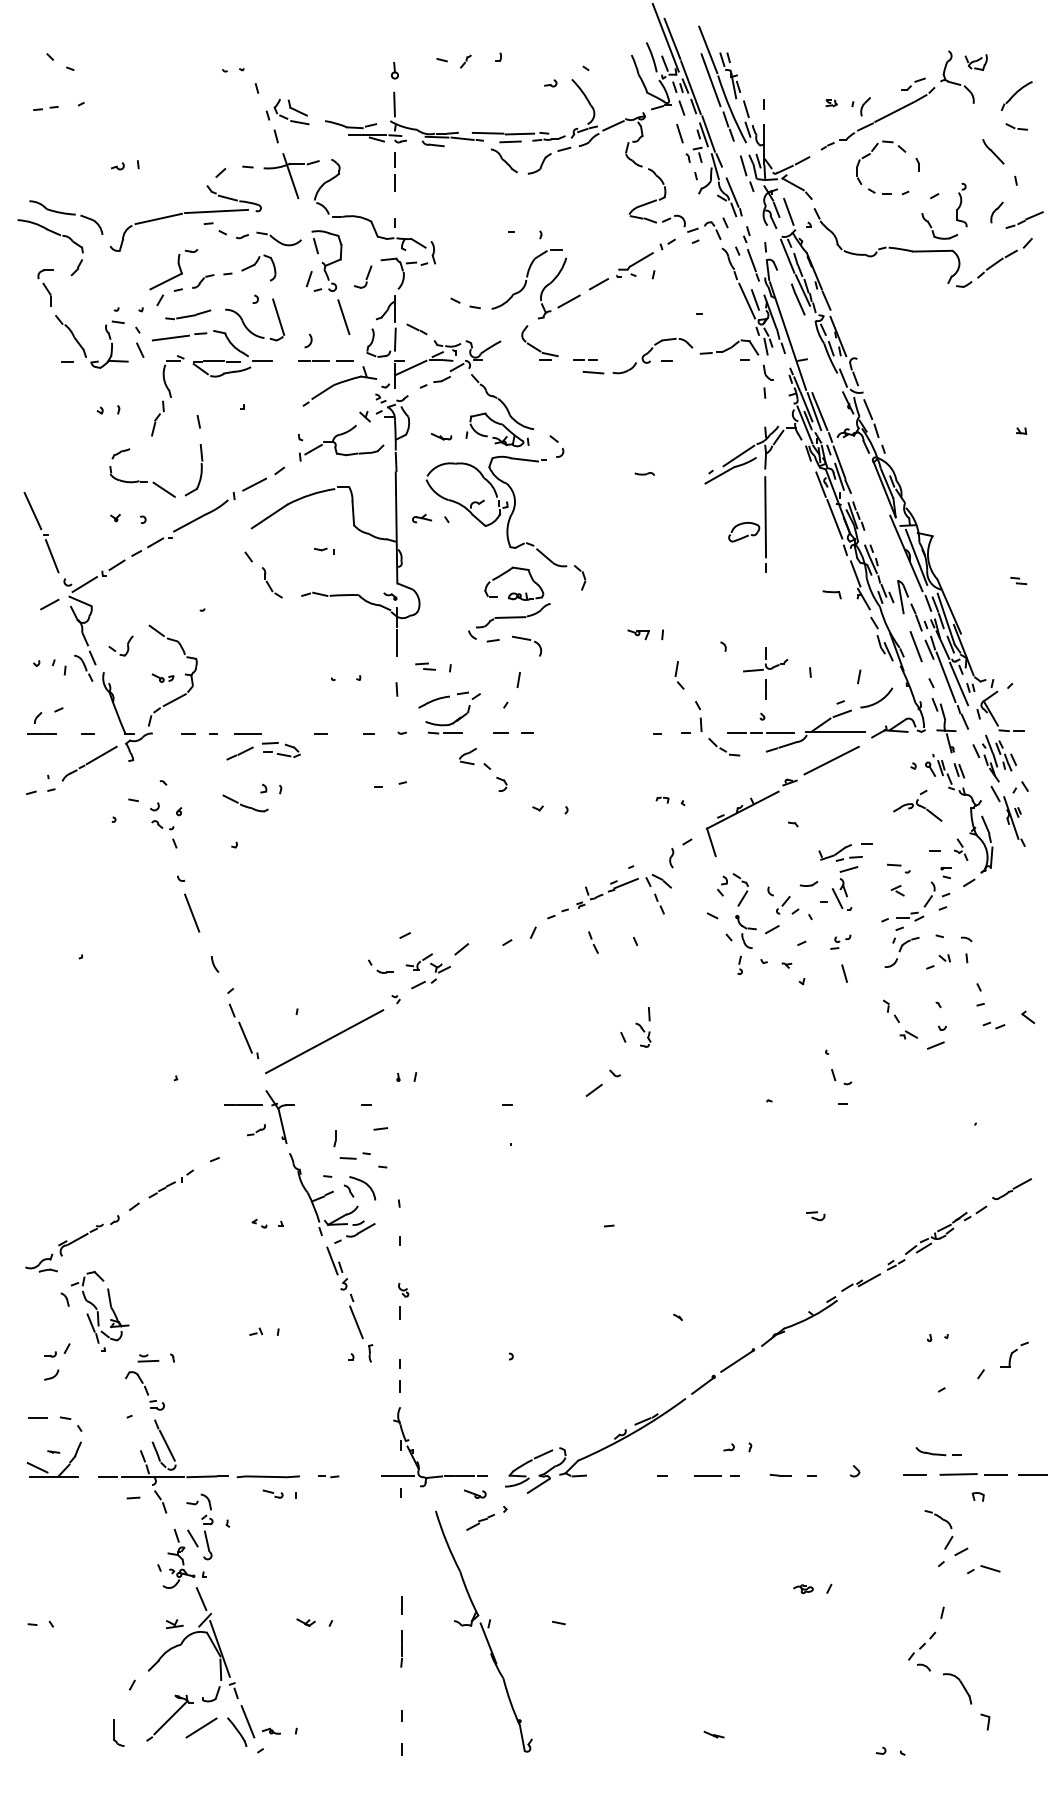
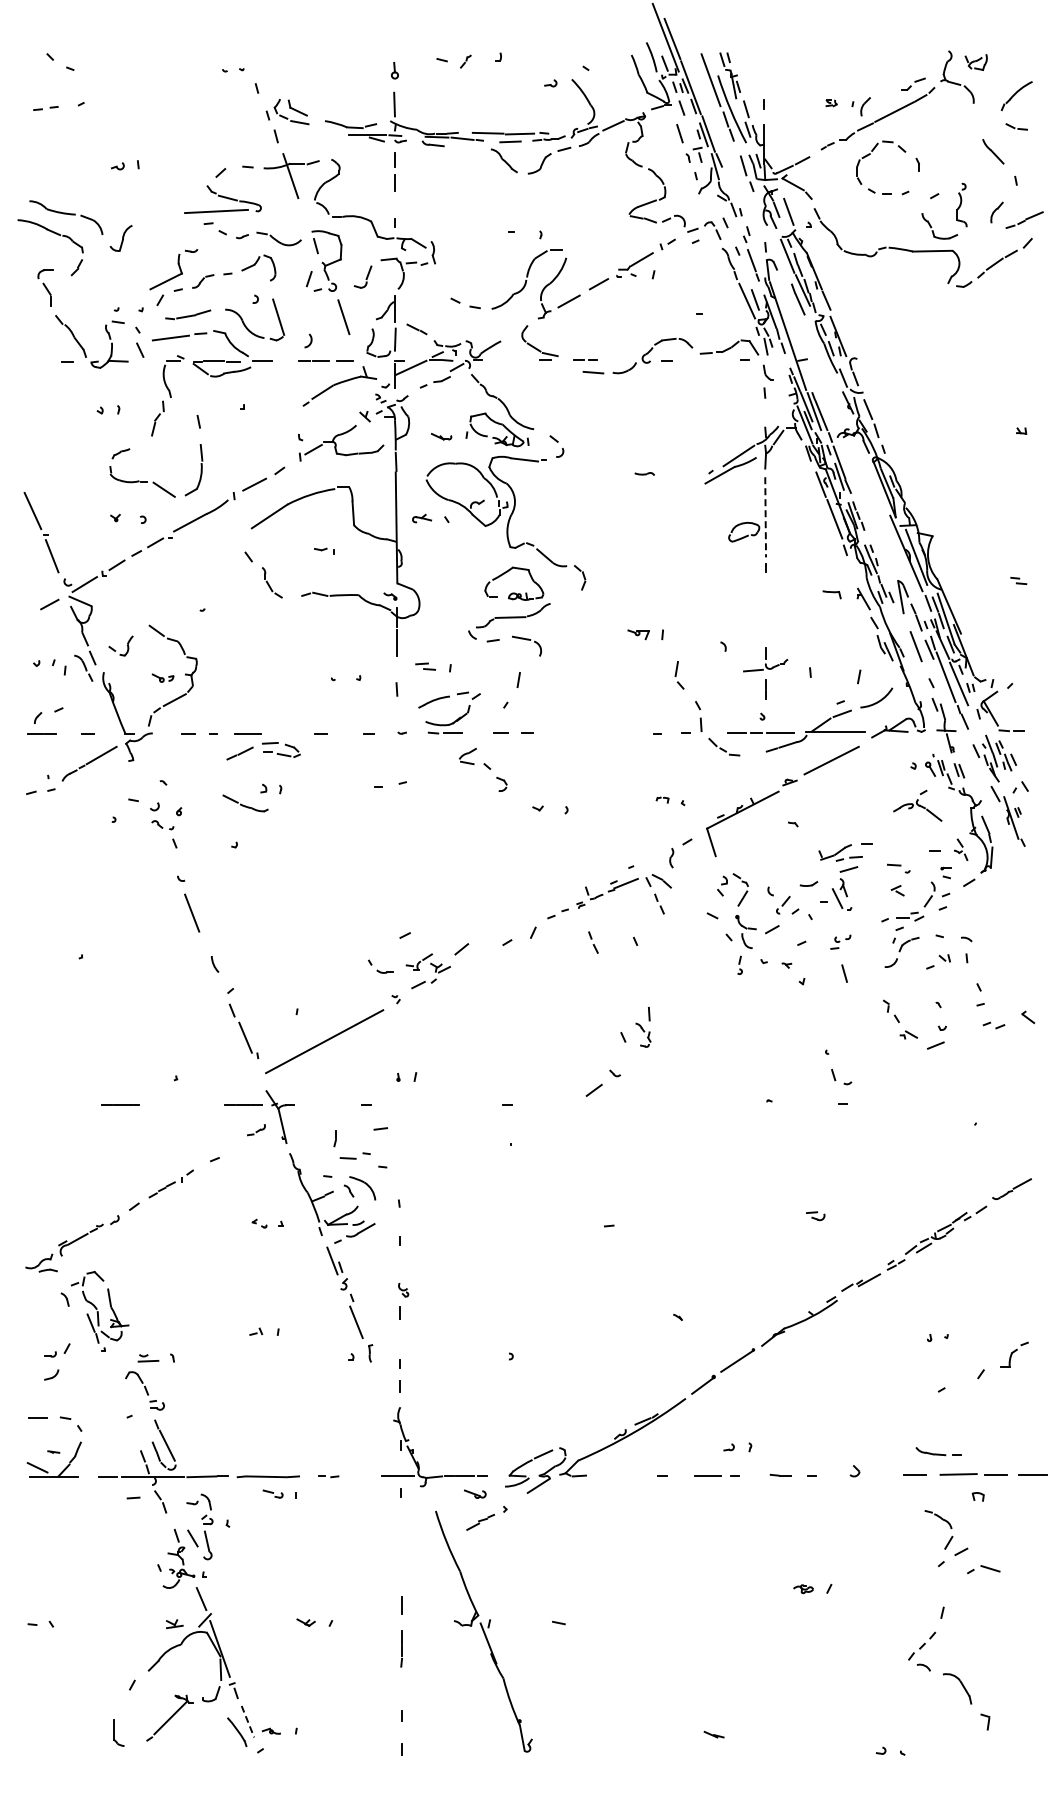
line at (708, 49): present -> none
line at (732, 192): present -> none
line at (158, 218): present -> none
line at (765, 517): solid -> dashed
line at (855, 573): present -> none
line at (120, 1104): none -> present
line at (247, 1721): solid -> dashed
line at (201, 1727): present -> none
